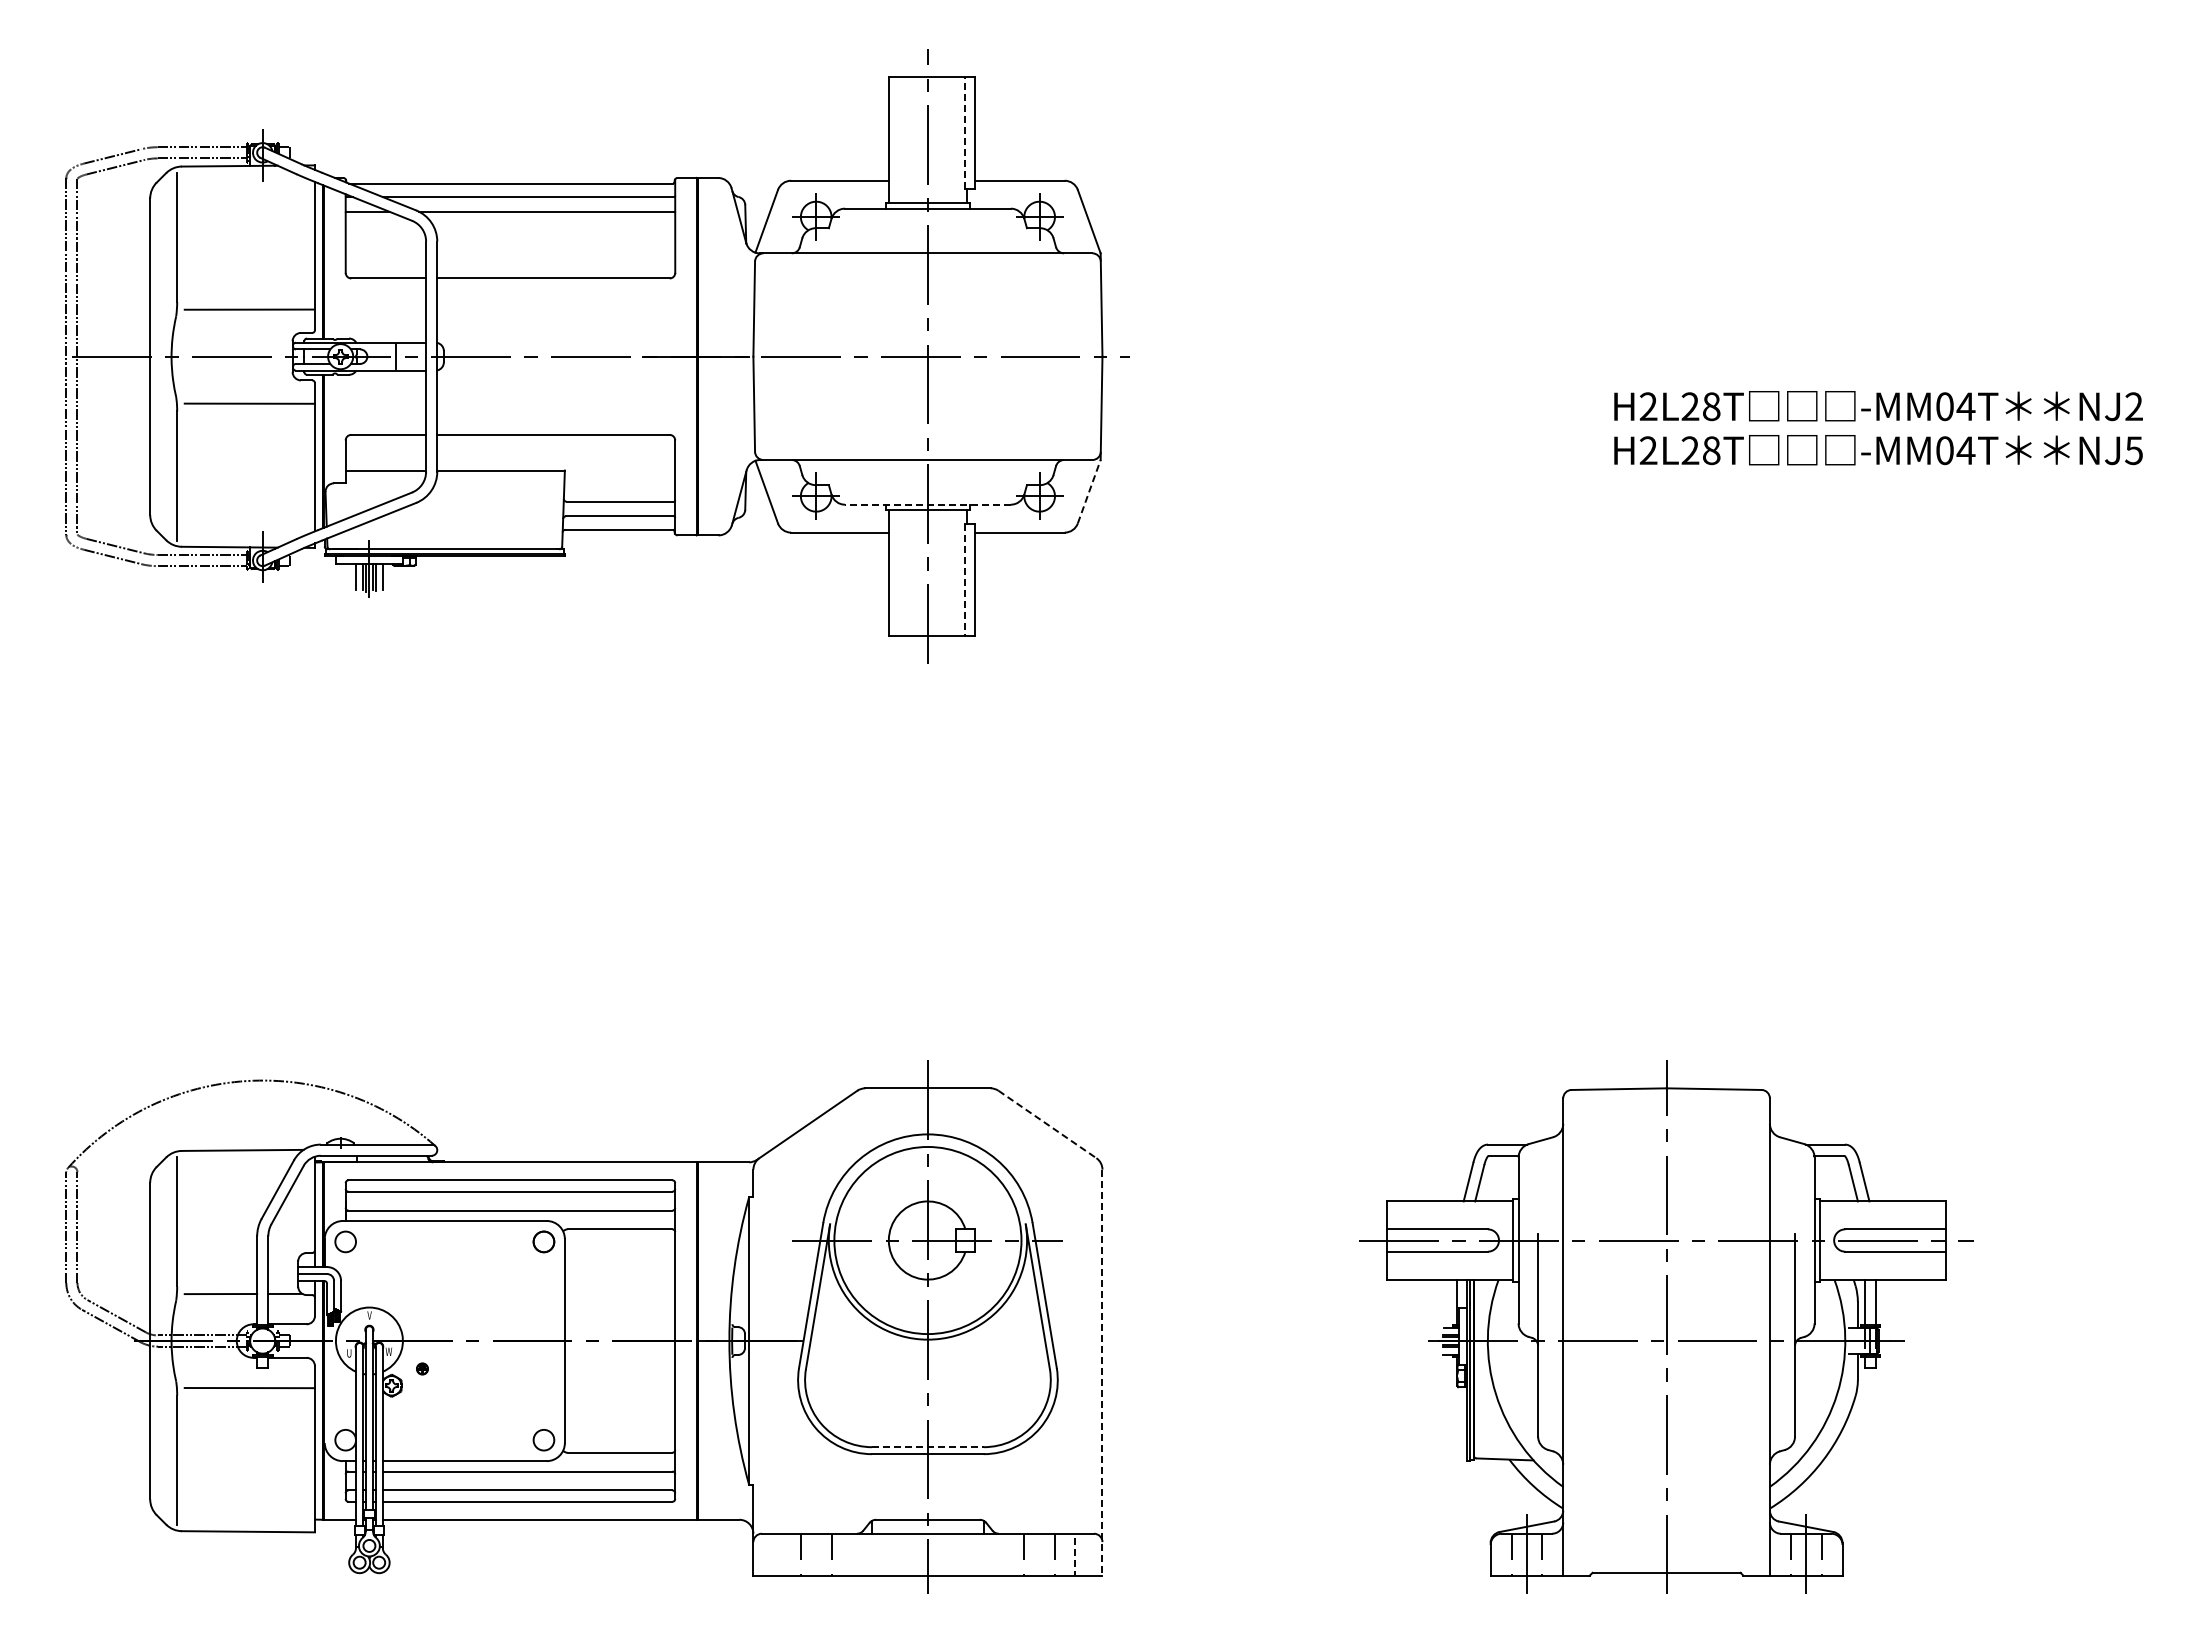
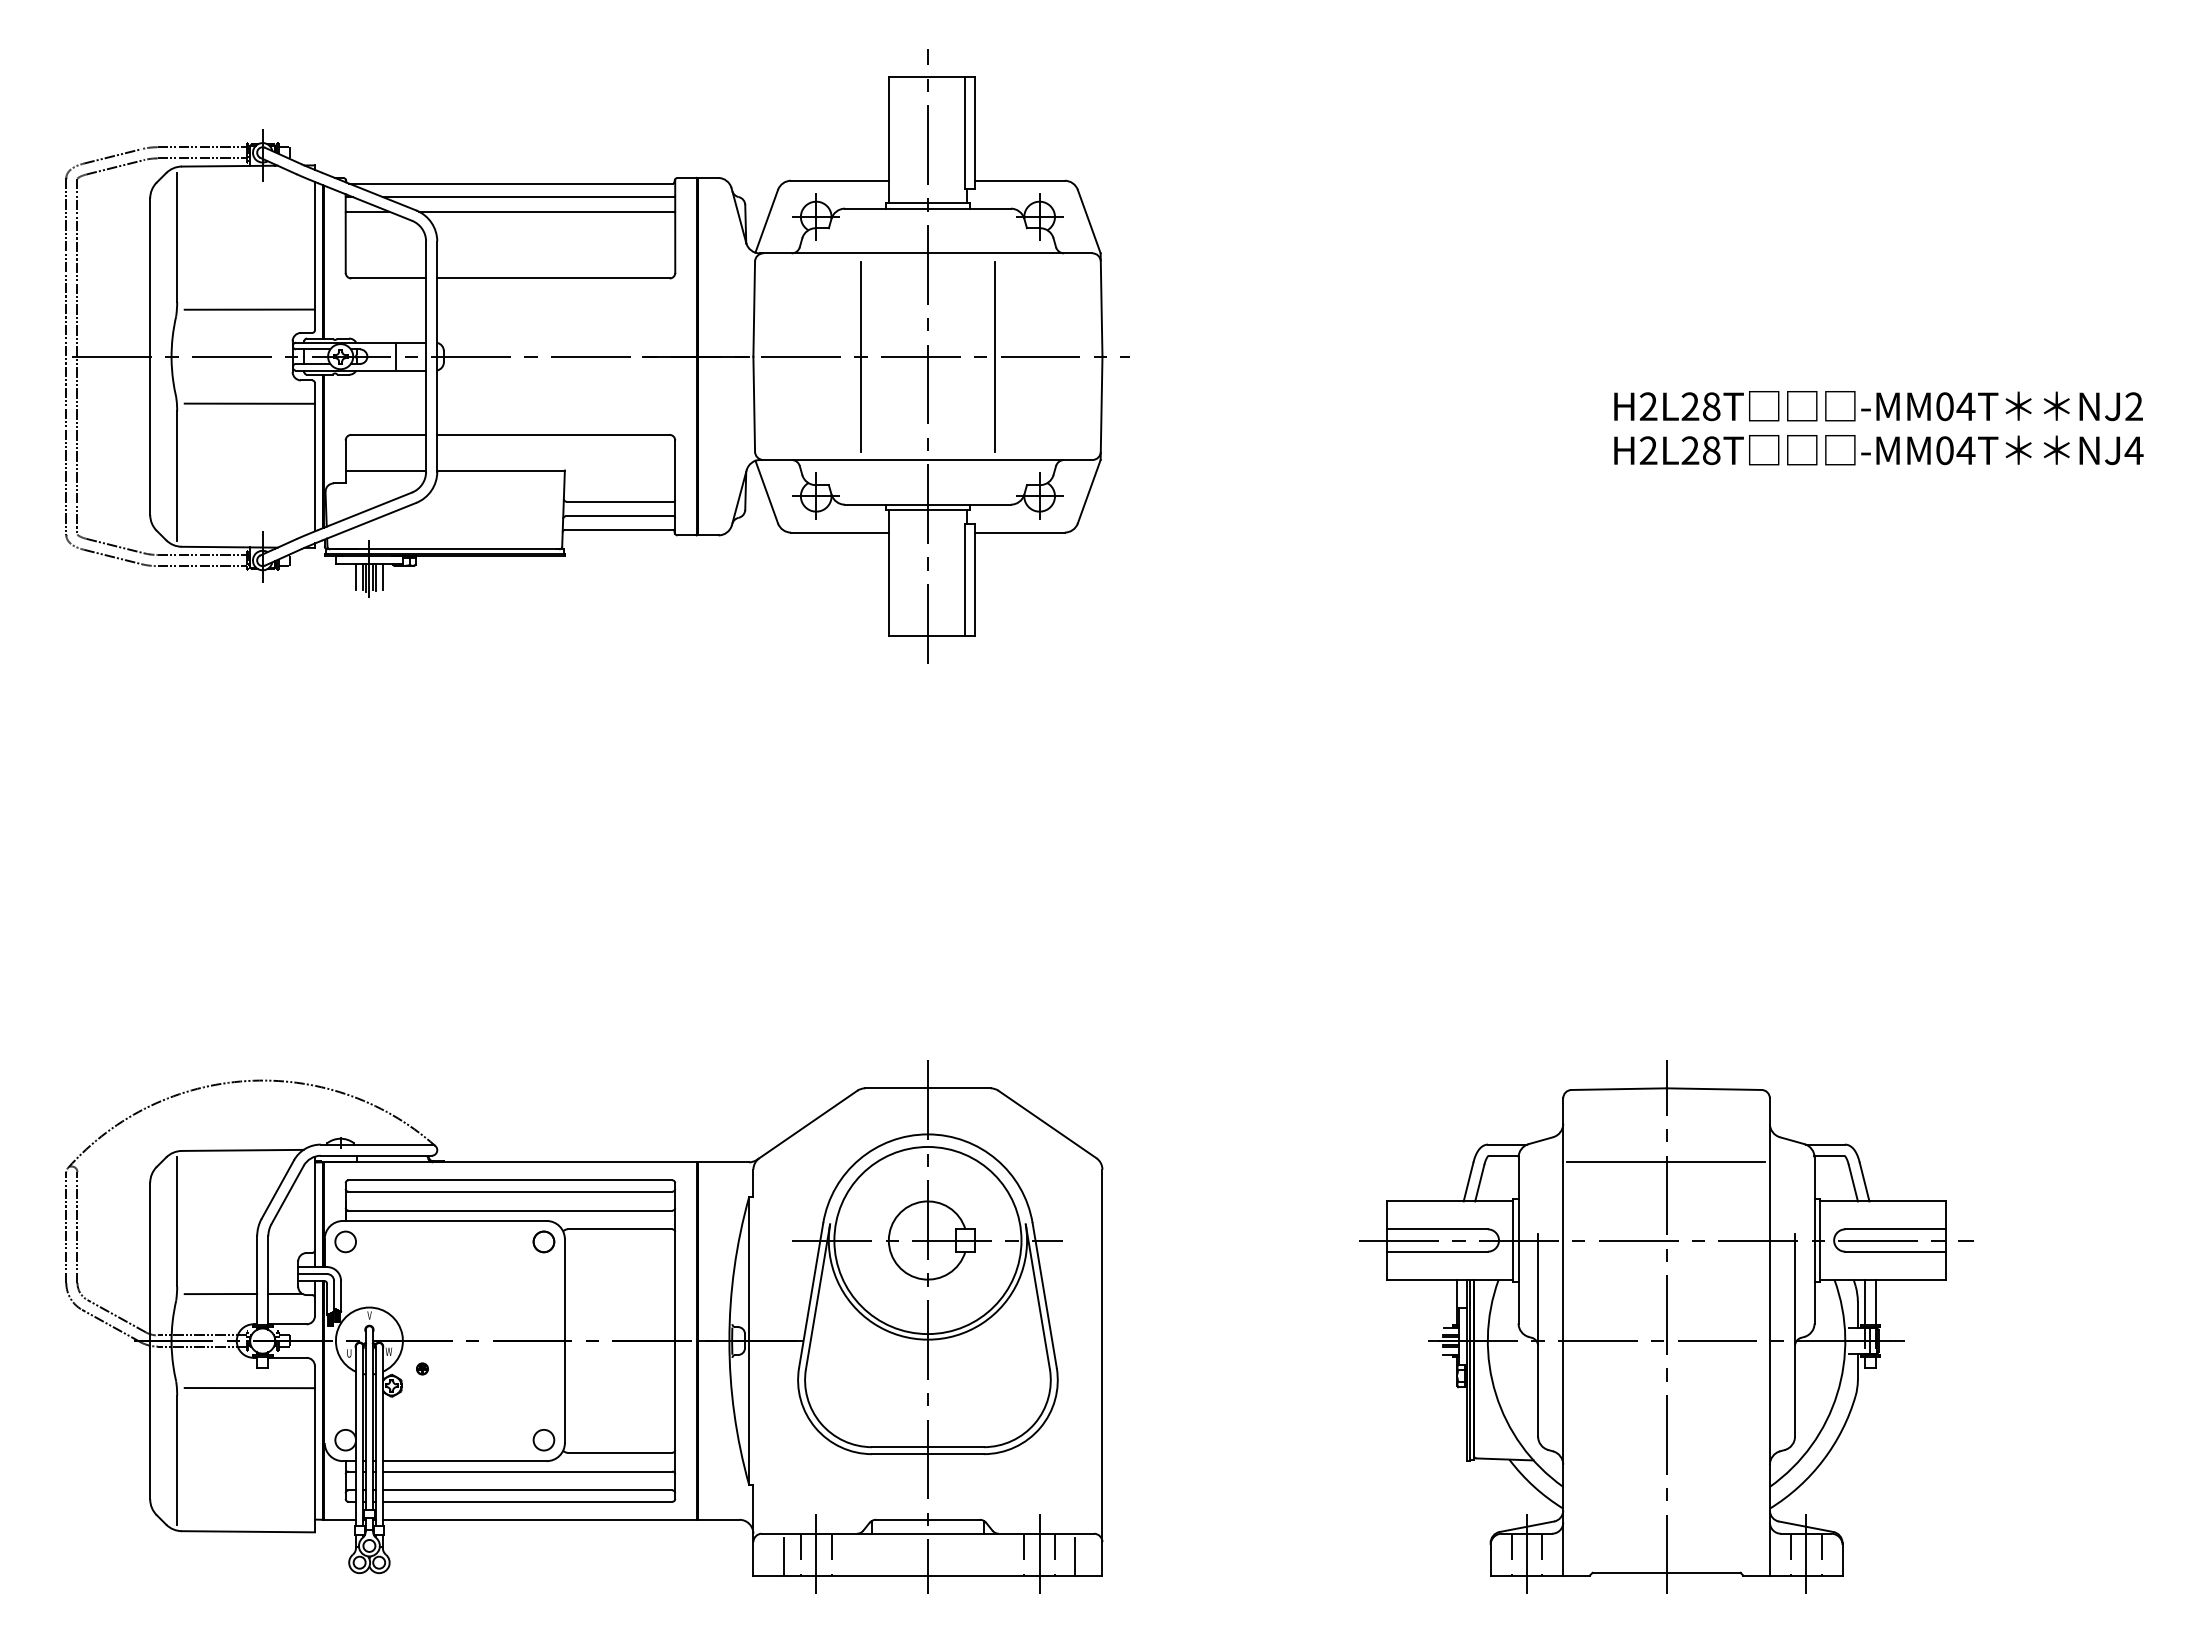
line at (965, 133): dashed -> solid
line at (860, 356): none -> present
line at (994, 356): none -> present
text at (2133, 450): NJ5 -> NJ4
line at (1089, 491): dashed -> solid
line at (927, 504): dashed -> solid
line at (965, 580): dashed -> solid
line at (1047, 1124): dashed -> solid
line at (1666, 1162): none -> present
line at (1102, 1372): dashed -> solid
line at (927, 1447): dashed -> solid
line at (816, 1554): none -> present
line at (1039, 1554): none -> present
line at (784, 1556): none -> present
line at (1074, 1556): dashed -> solid
